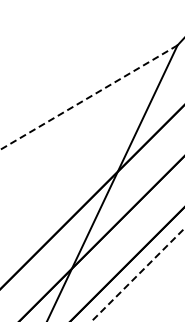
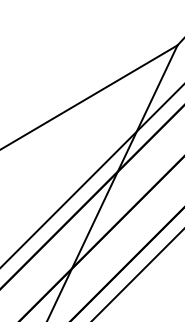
line at (88, 97): dashed -> solid
line at (91, 176): none -> present
line at (138, 274): dashed -> solid
